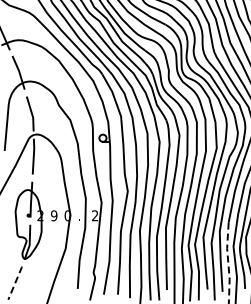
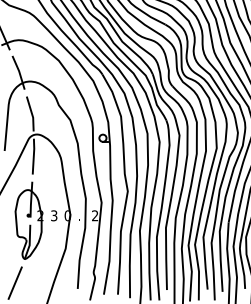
text at (54, 215): 9 -> 3
line at (228, 263): dashed -> solid
line at (15, 283): dashed -> solid
